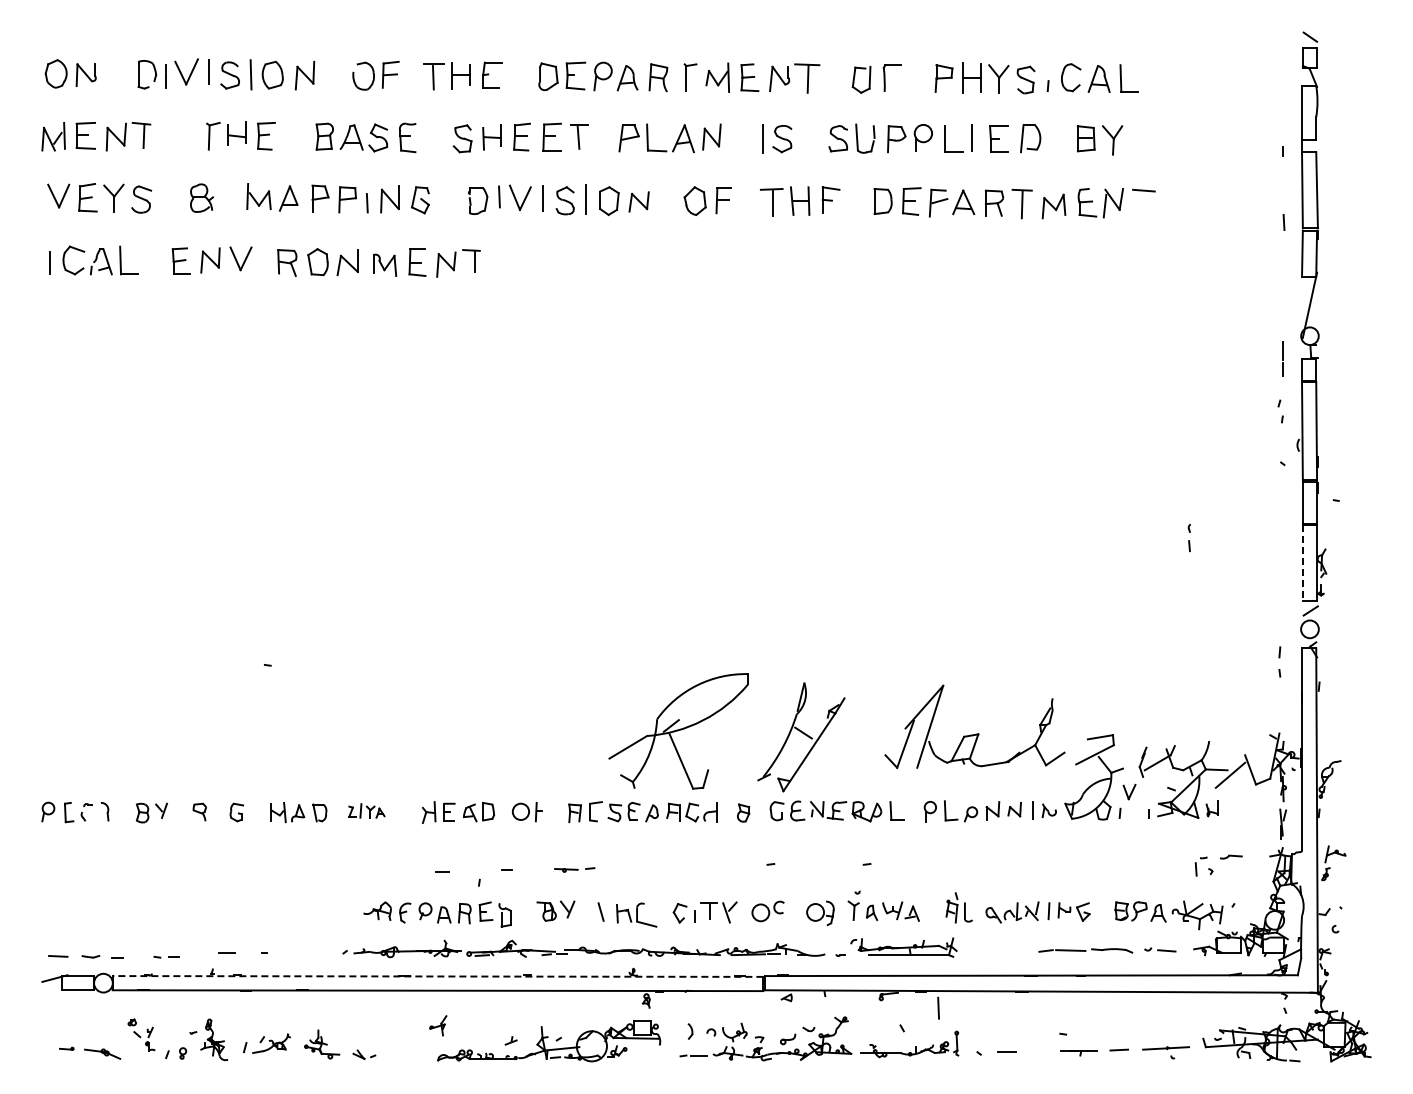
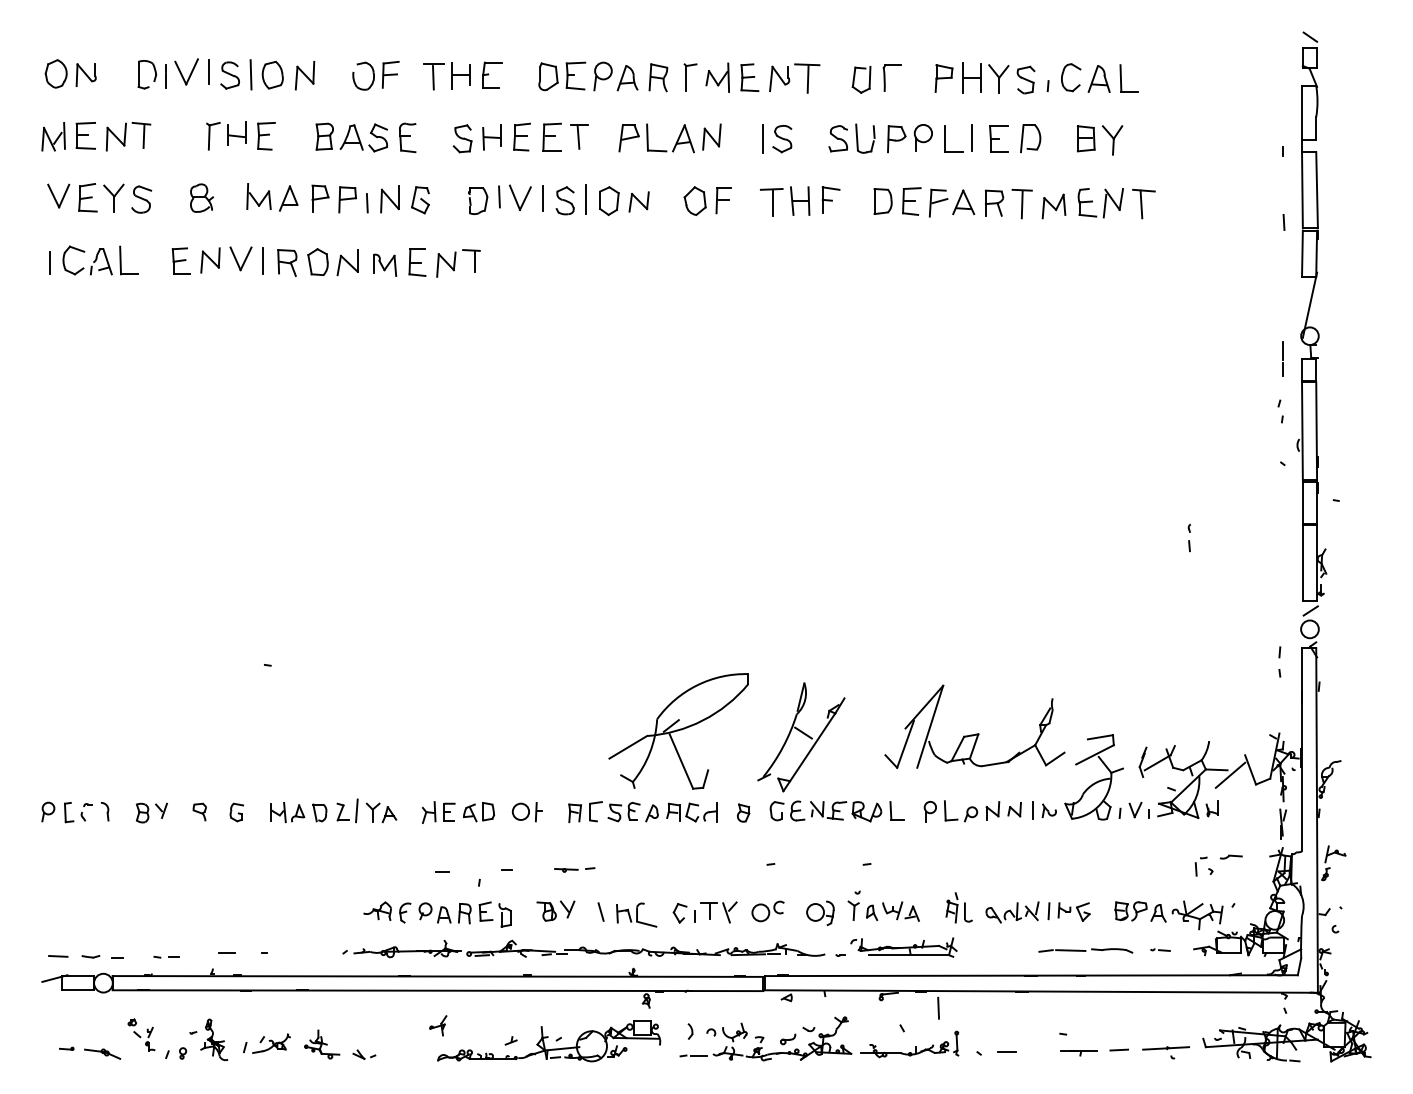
line at (1141, 204): none -> present
line at (263, 260): none -> present
line at (1302, 563): dashed -> solid
part at (1129, 791) position: (1129, 791) -> (1135, 809)
part at (366, 810) size: 38x16 px -> 62x26 px
part at (1160, 949) size: 33x6 px -> 21x4 px
line at (437, 976): dashed -> solid
